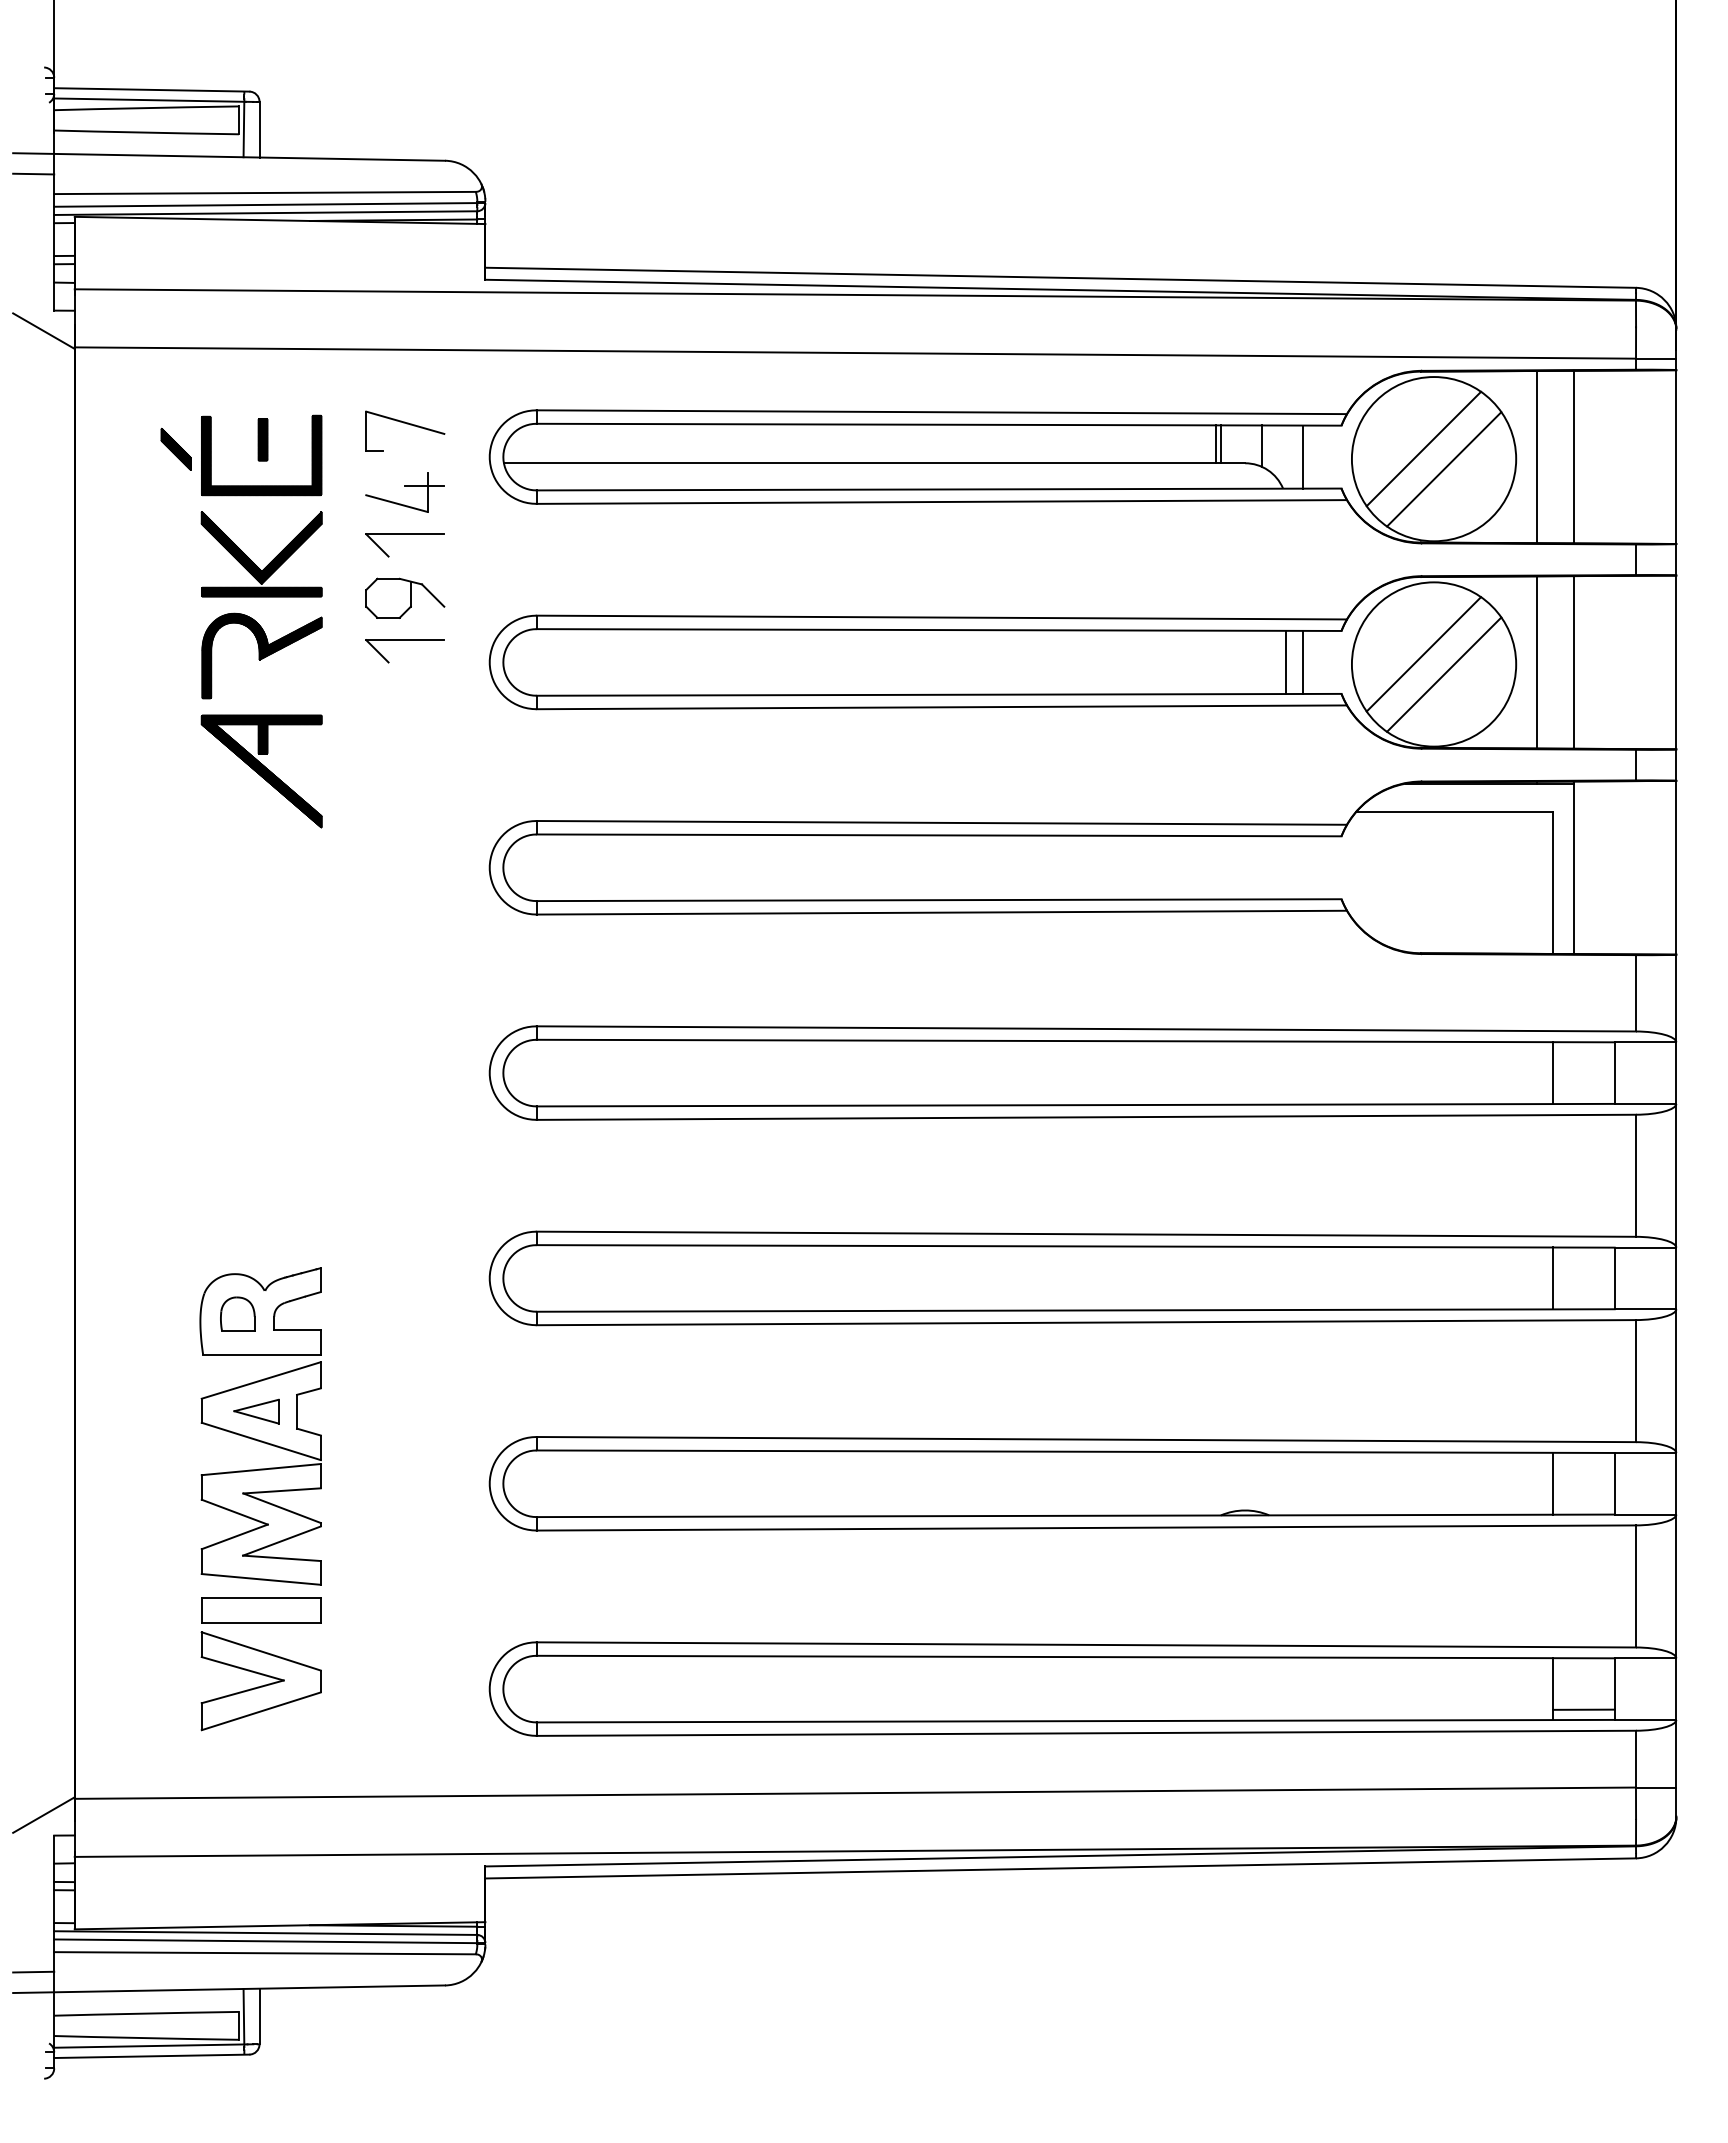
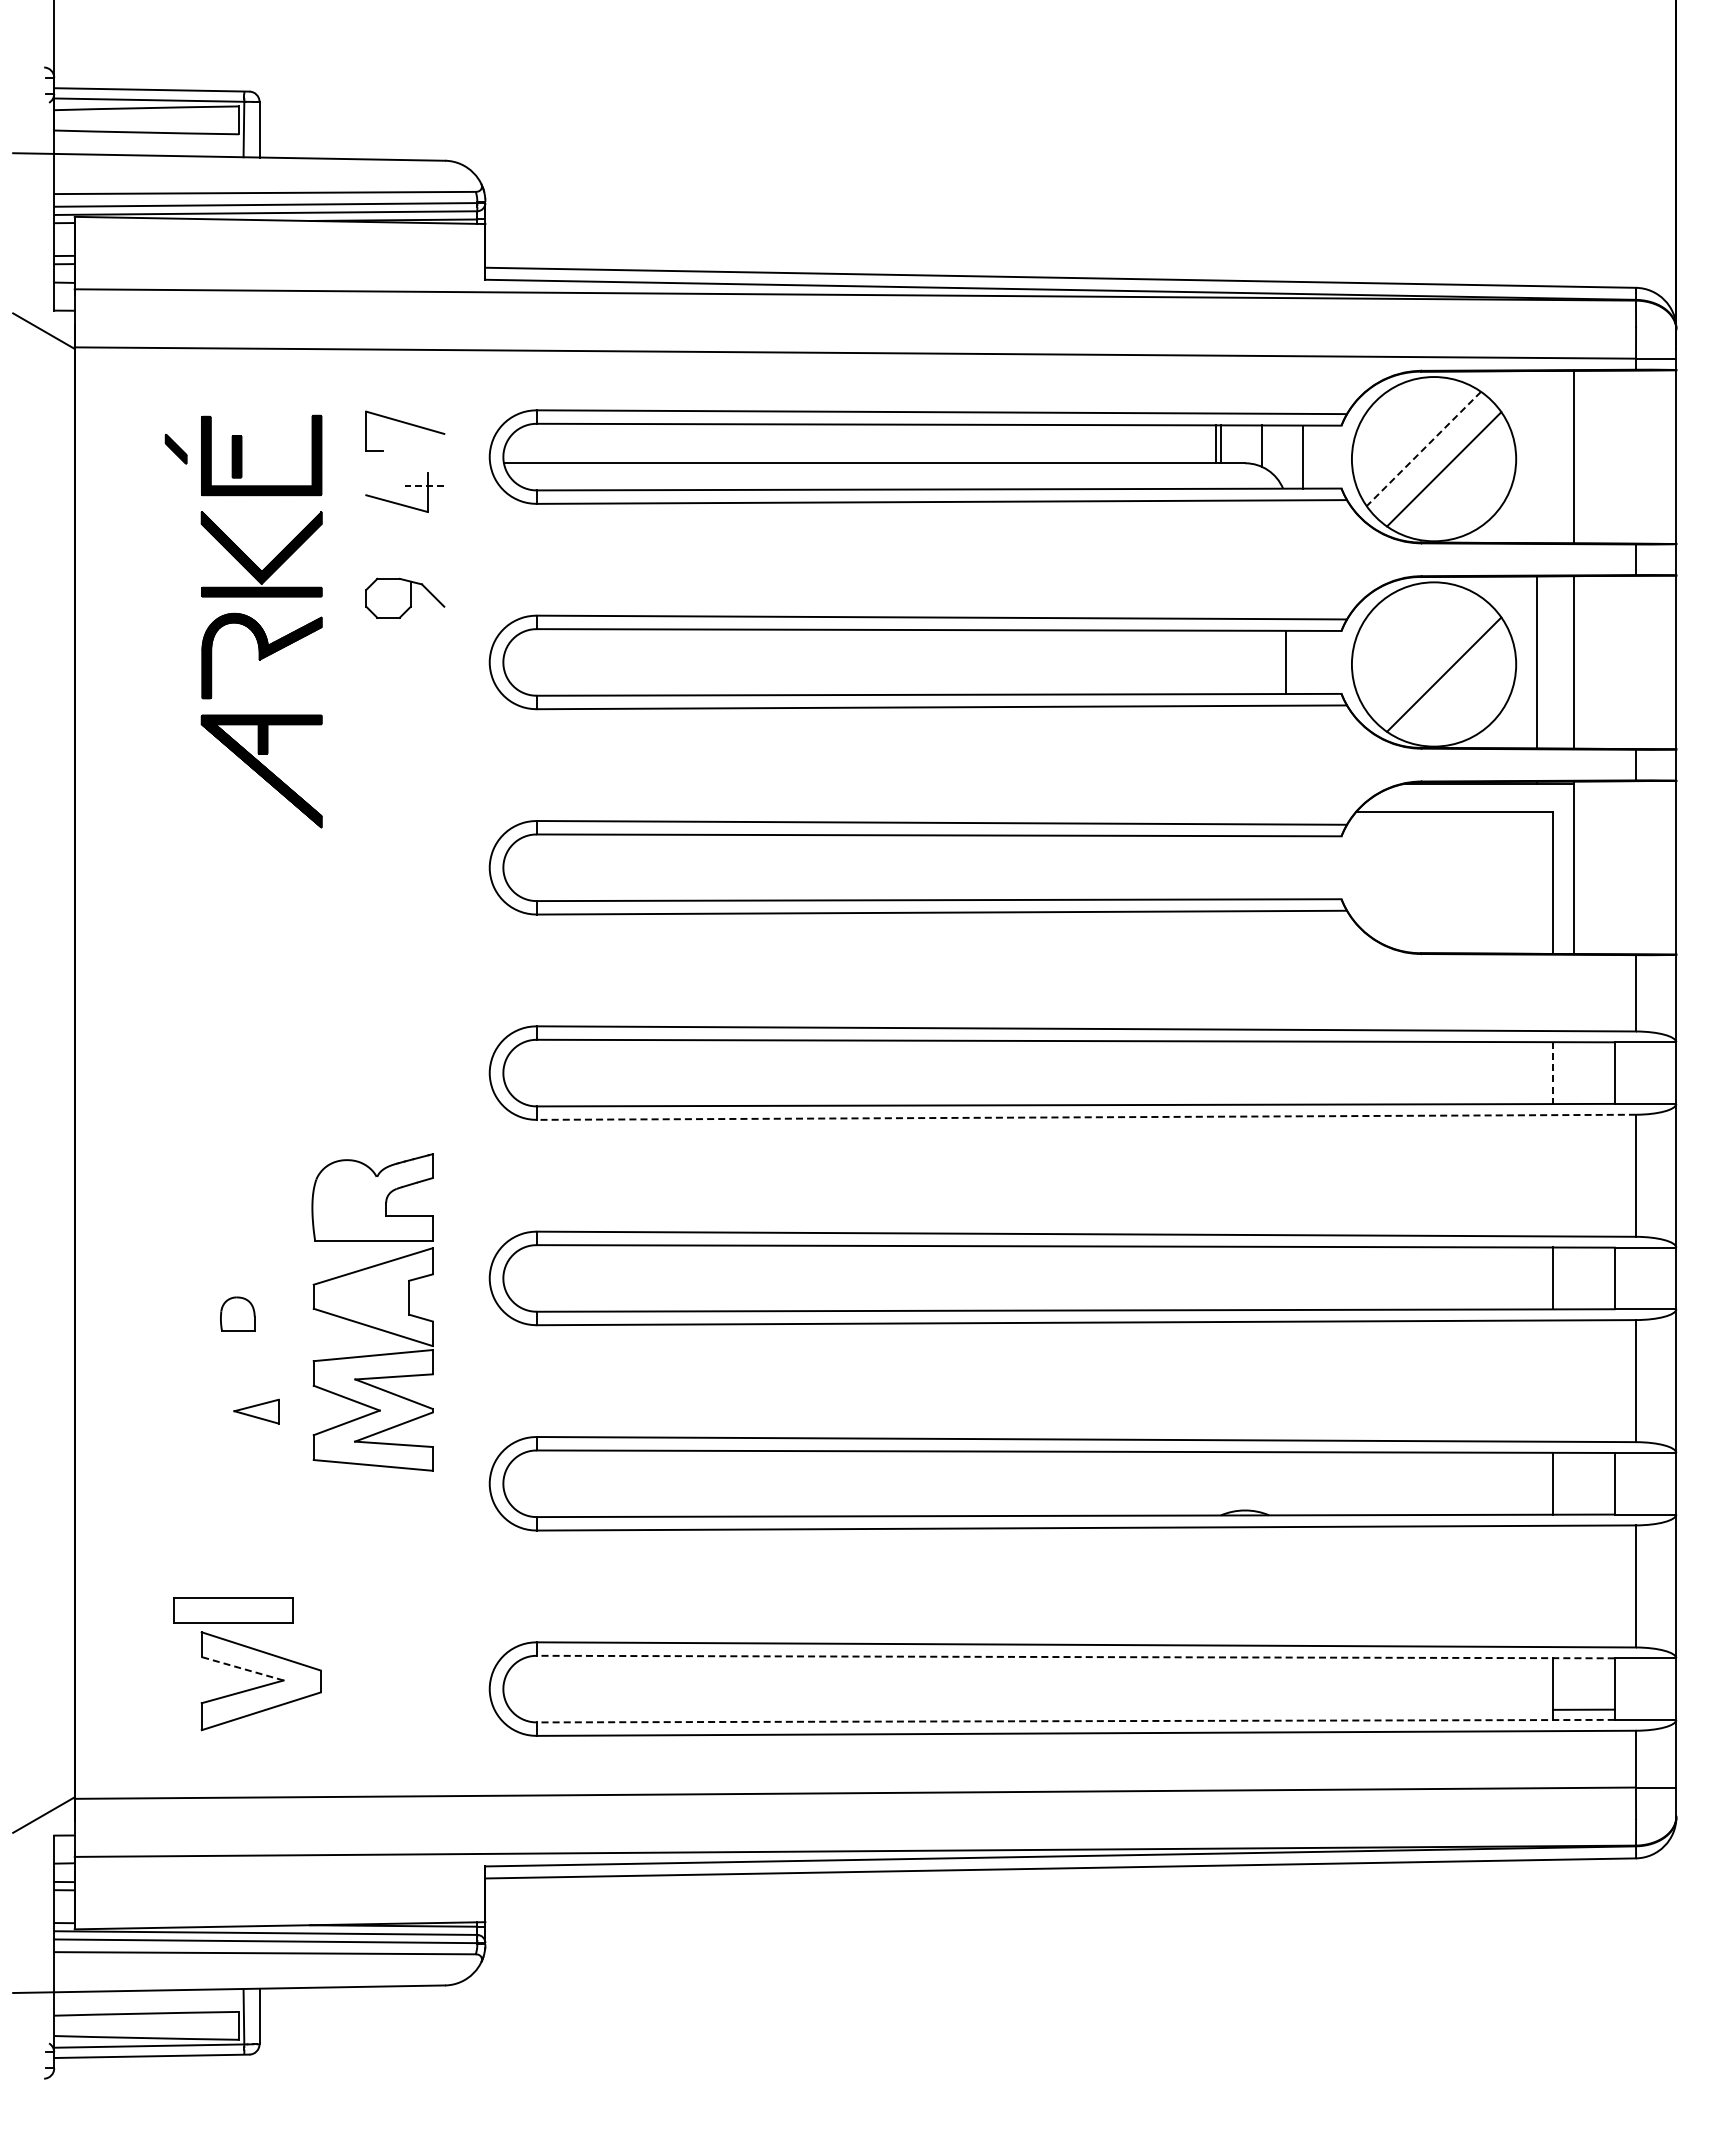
line at (33, 173): present -> none
part at (262, 439) position: (262, 439) -> (236, 456)
part at (175, 448) size: 32x44 px -> 24x31 px
line at (1423, 449): solid -> dashed
line at (1536, 456): present -> none
line at (424, 485): solid -> dashed
part at (404, 534): present -> none
part at (404, 640): present -> none
line at (1423, 654): present -> none
line at (1302, 661): present -> none
line at (1553, 1073): solid -> dashed
line at (1086, 1117): solid -> dashed
part at (260, 1426) position: (260, 1426) -> (372, 1312)
part at (261, 1610) position: (261, 1610) -> (233, 1610)
line at (1075, 1657): solid -> dashed
line at (242, 1668): solid -> dashed
line at (1075, 1721): solid -> dashed
line at (33, 1971): present -> none
